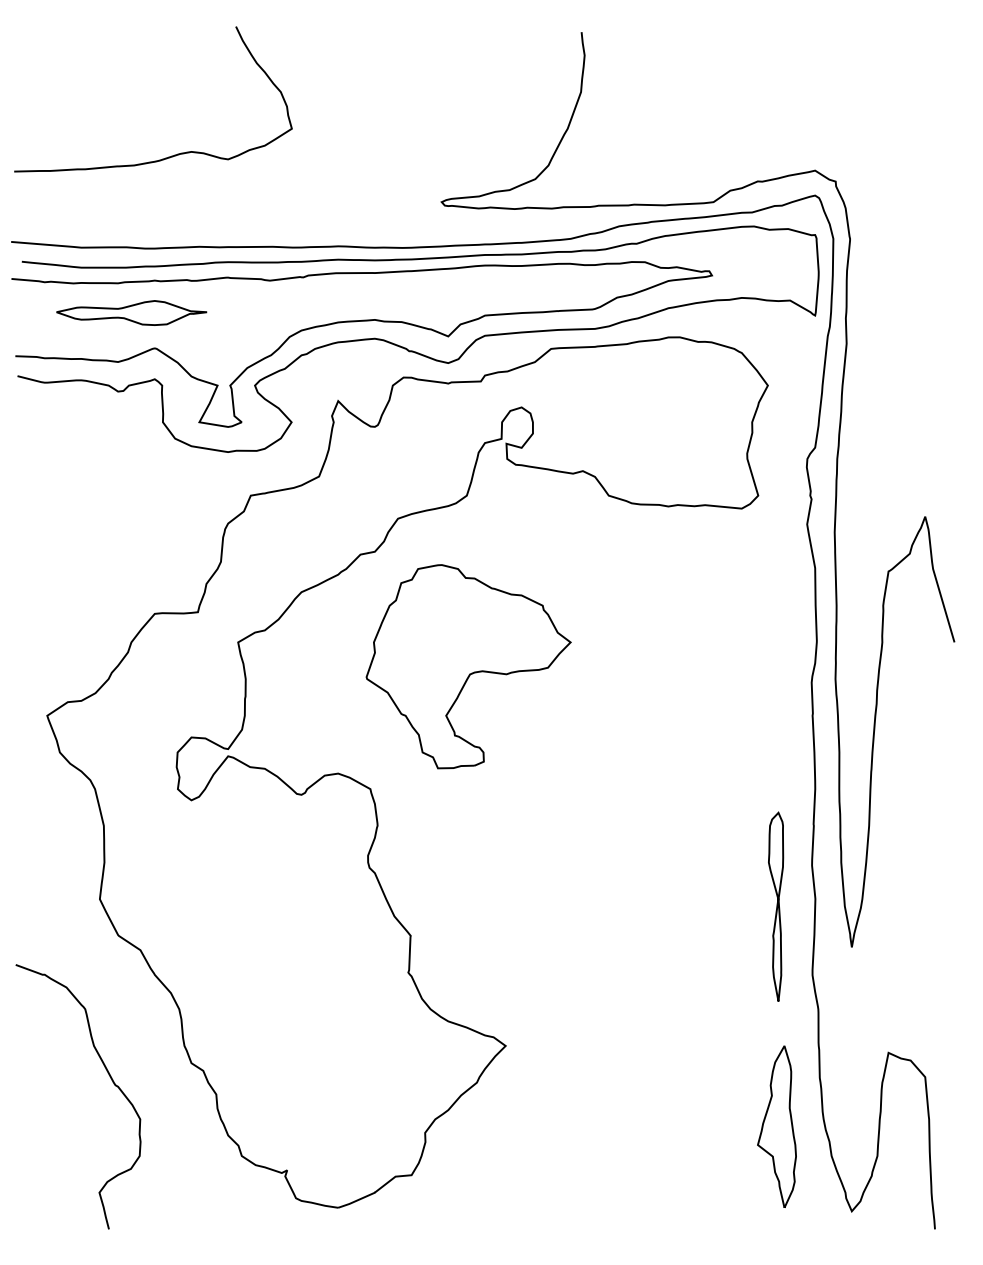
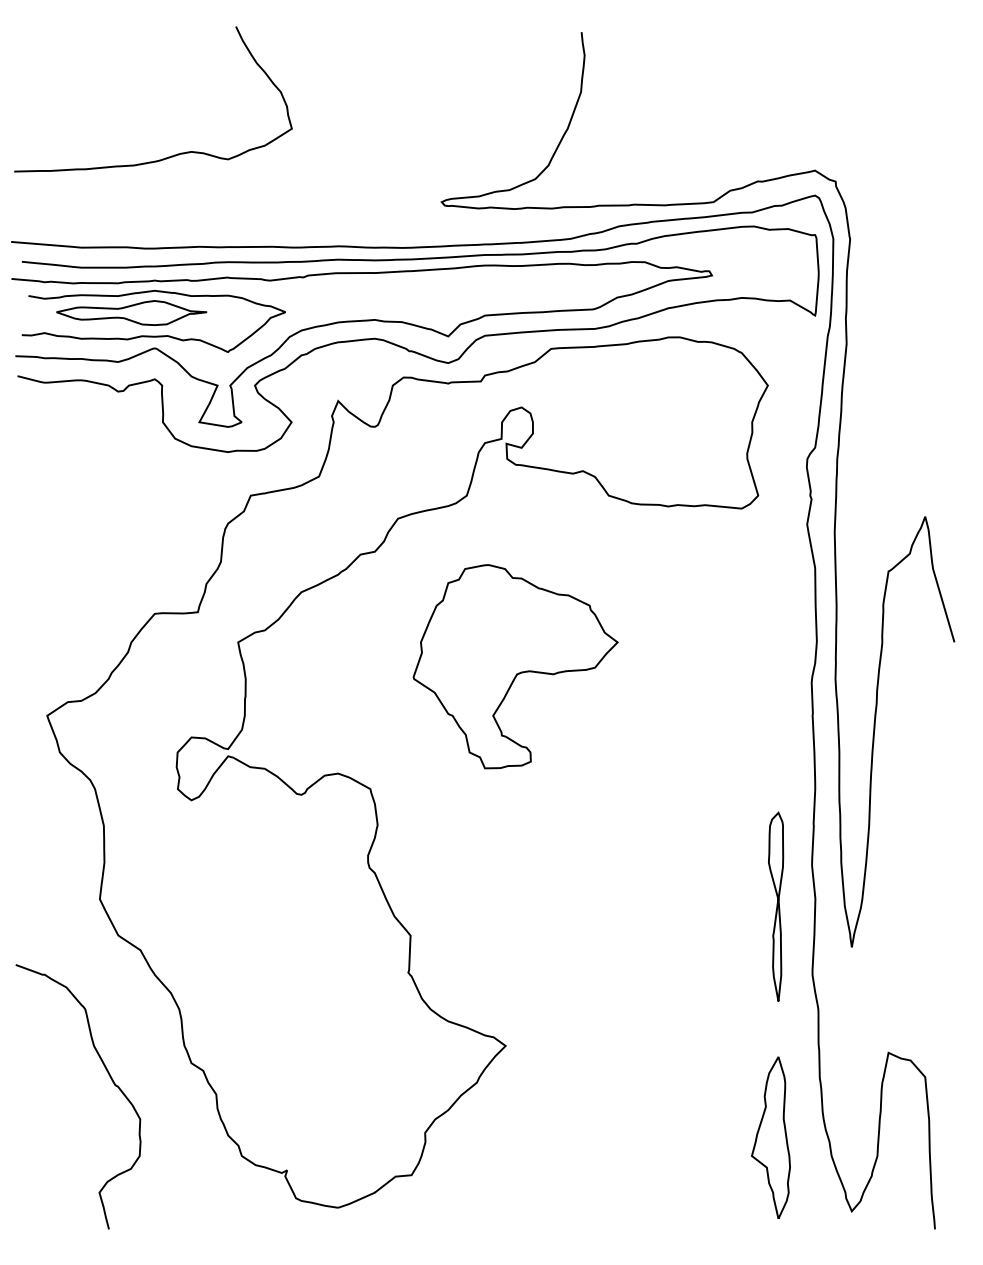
curve at (153, 335): none -> present
part at (468, 666) position: (468, 666) -> (515, 666)
part at (776, 1126) position: (776, 1126) -> (770, 1137)
